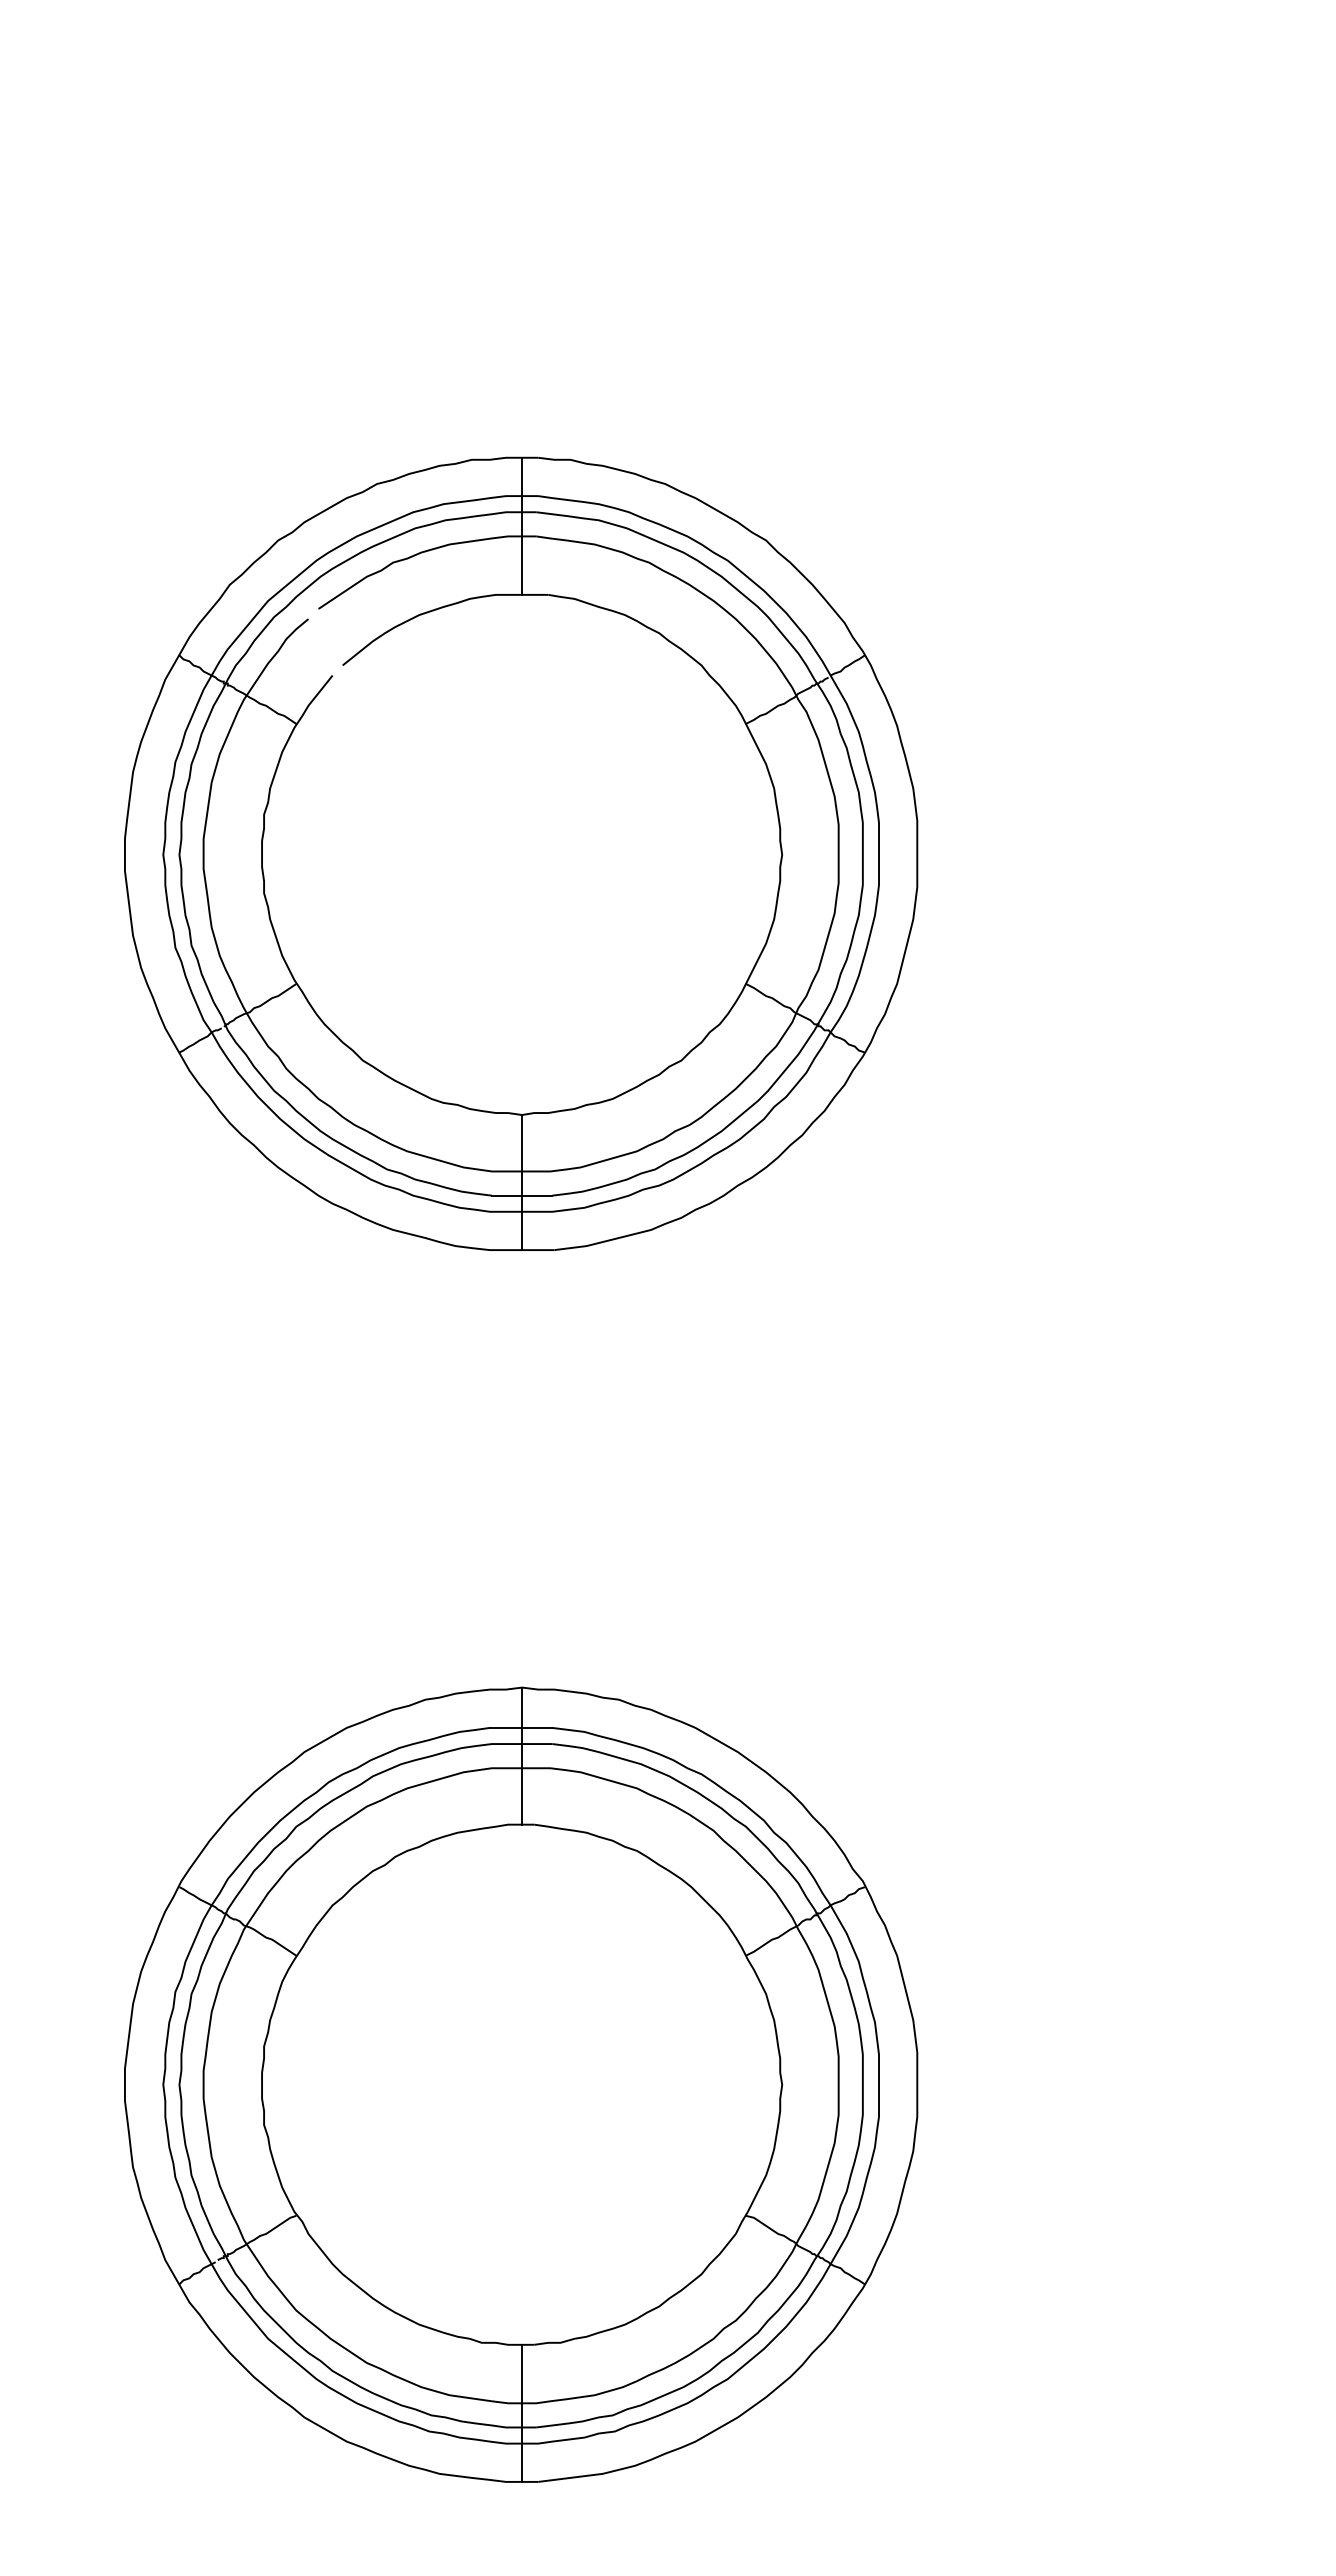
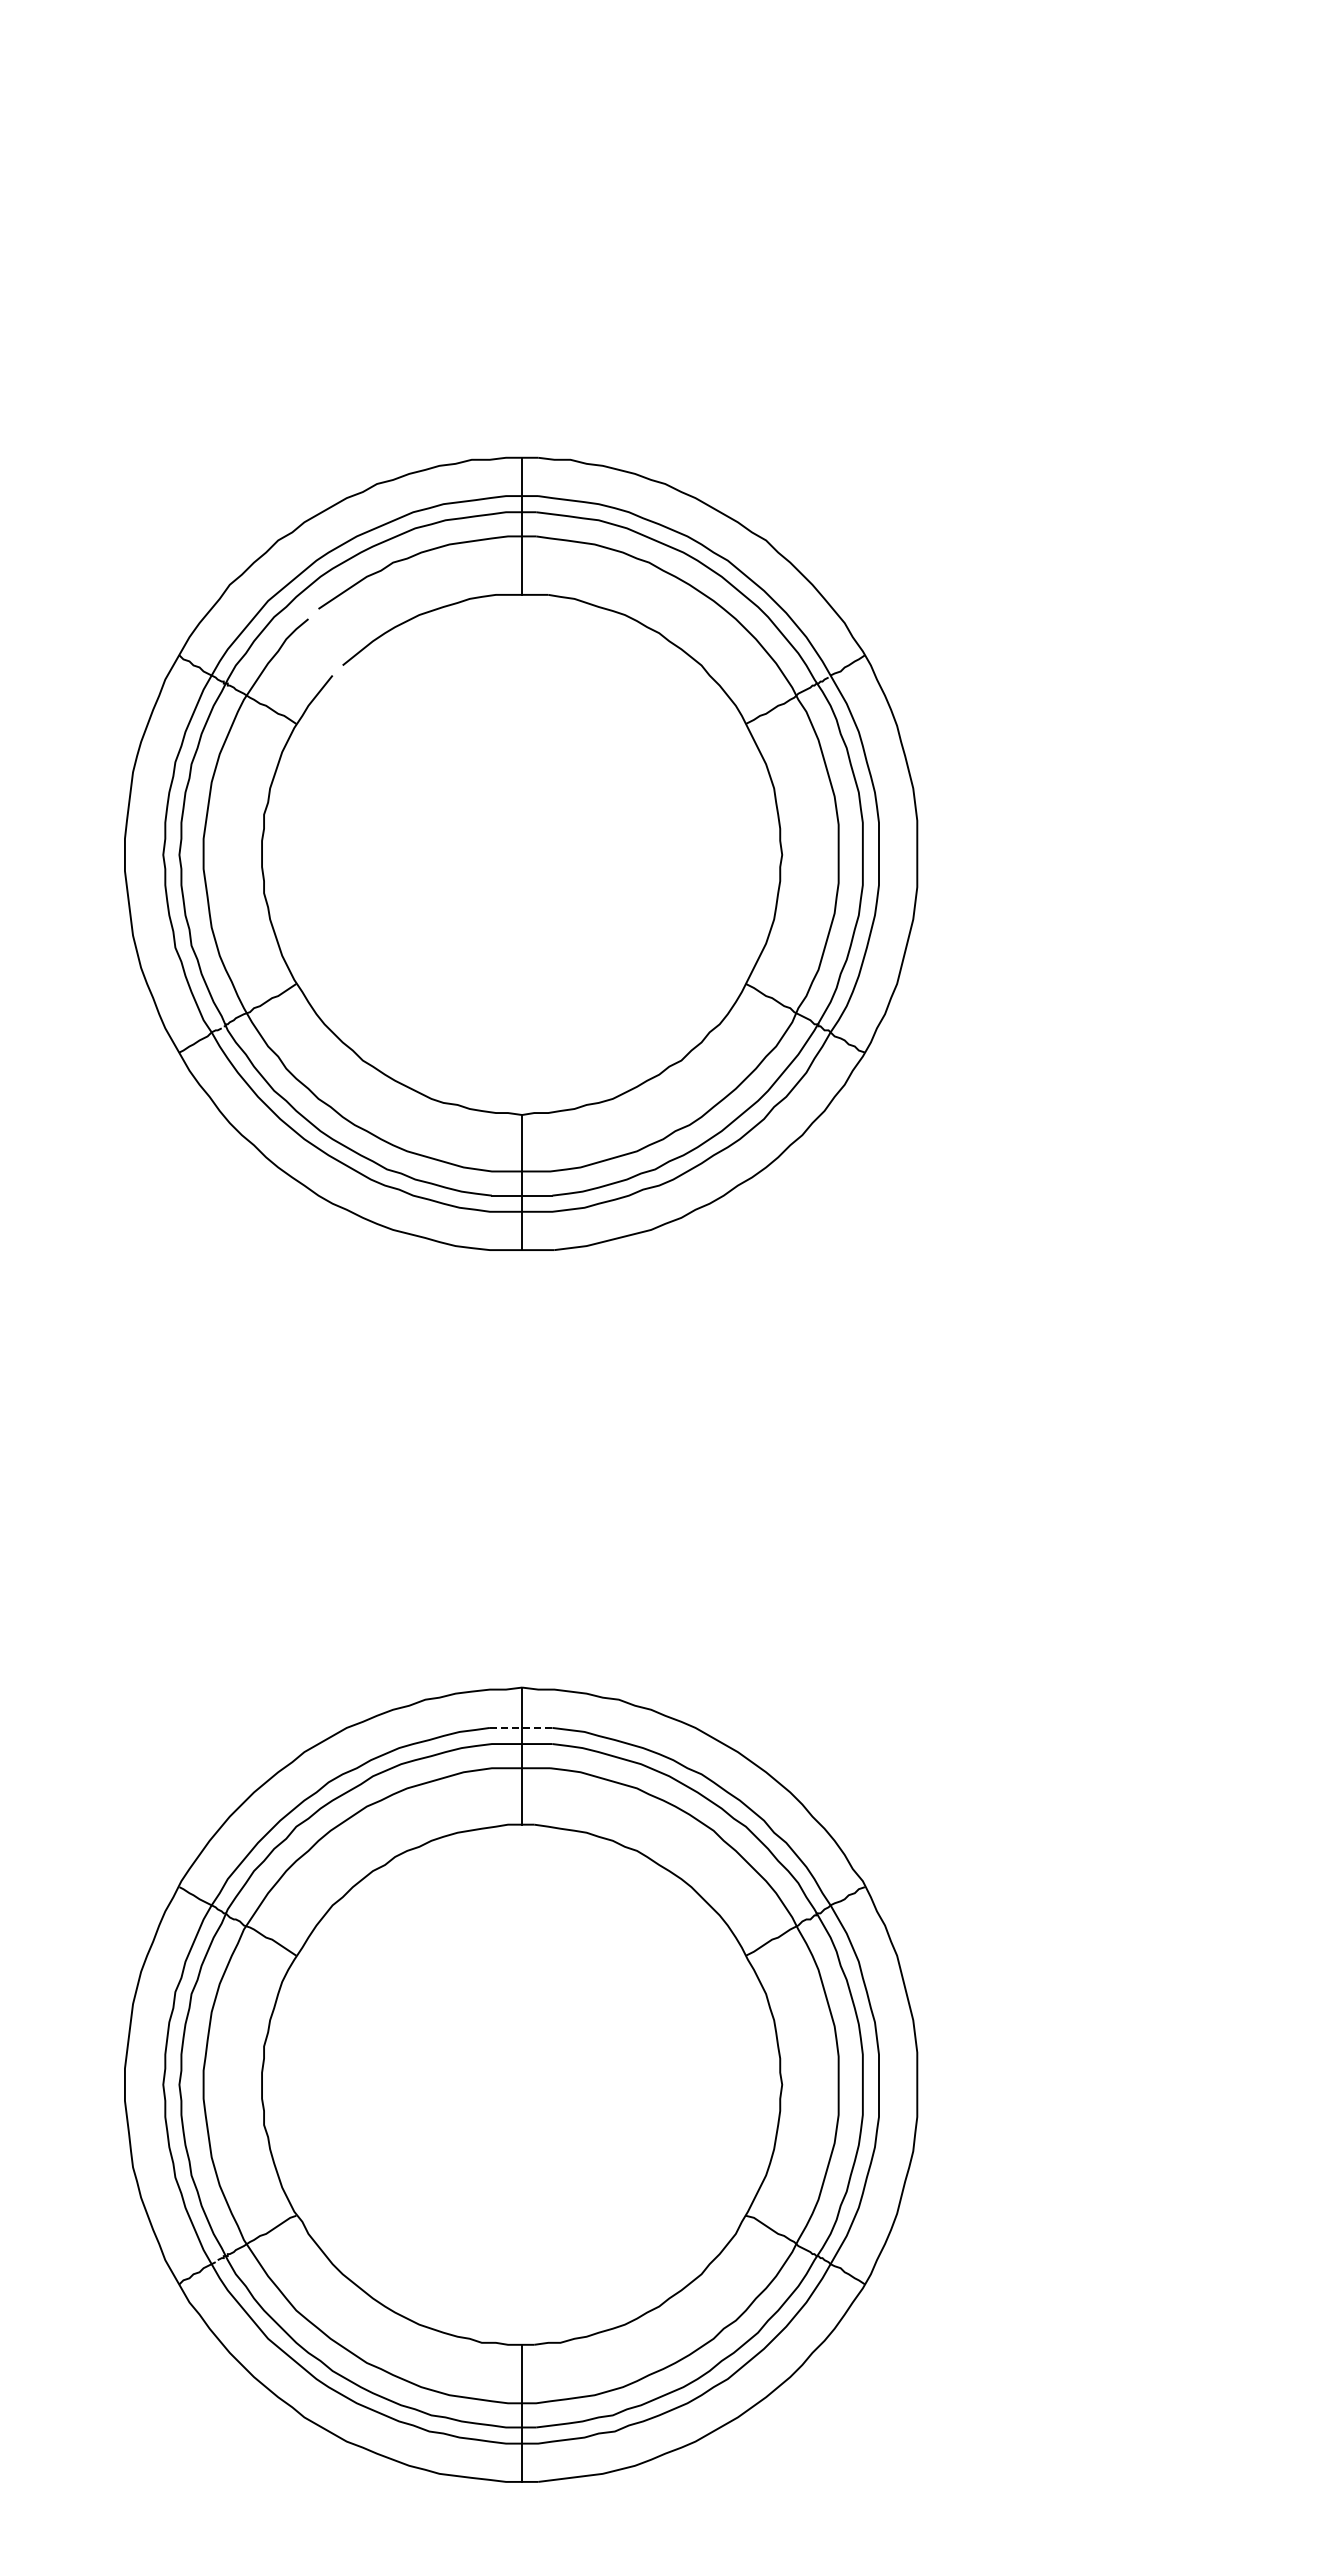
line at (521, 1727): solid -> dashed
